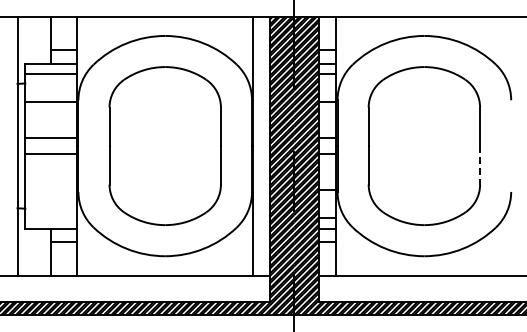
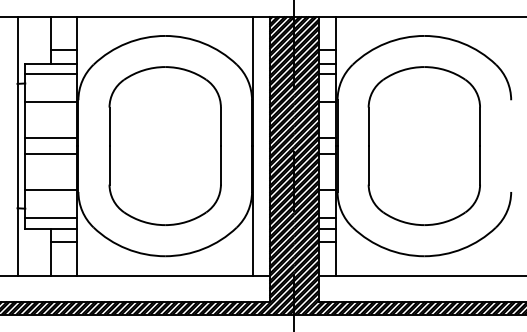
line at (480, 165): dashed -> solid
line at (51, 190): none -> present
line at (51, 217): none -> present
